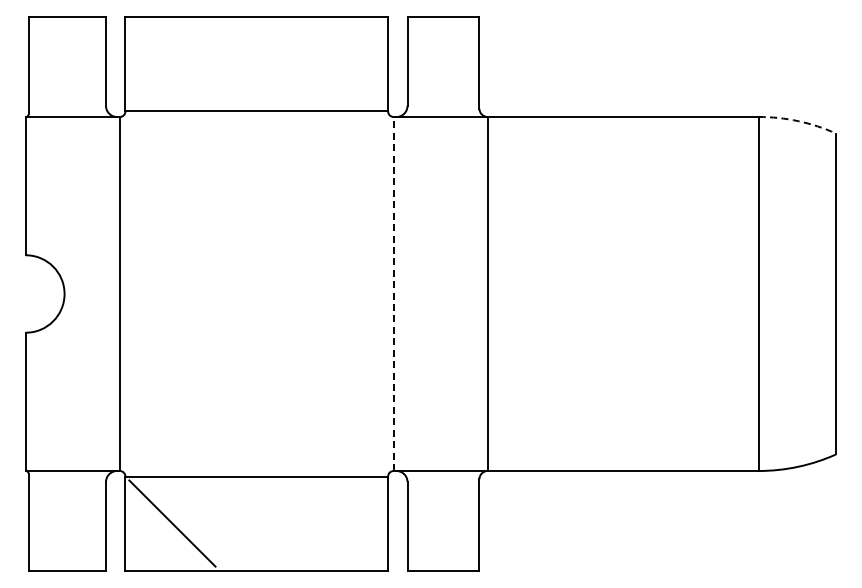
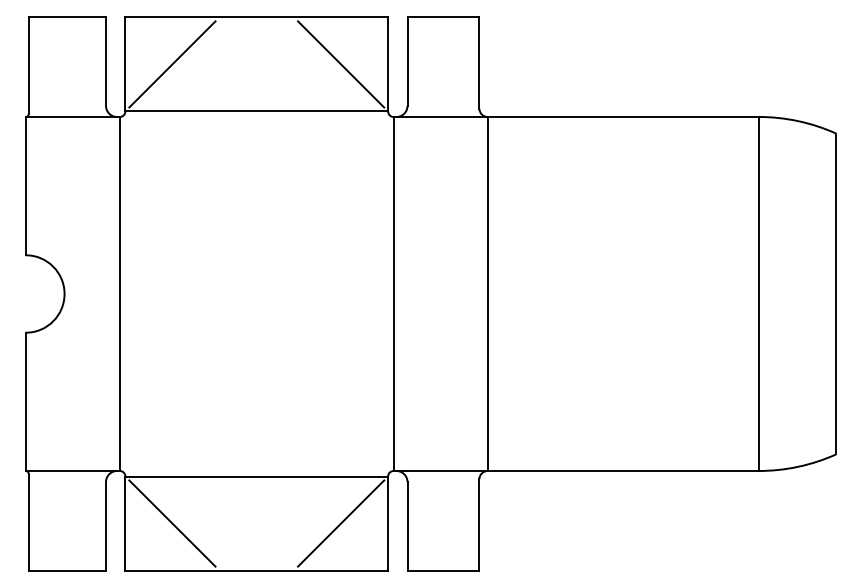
line at (172, 64): none -> present
line at (341, 64): none -> present
arc at (798, 121): dashed -> solid
line at (393, 294): dashed -> solid
line at (341, 523): none -> present
